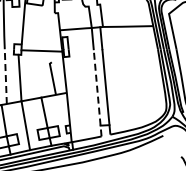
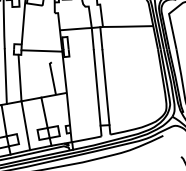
line at (5, 76): dashed -> solid
line at (97, 92): dashed -> solid
